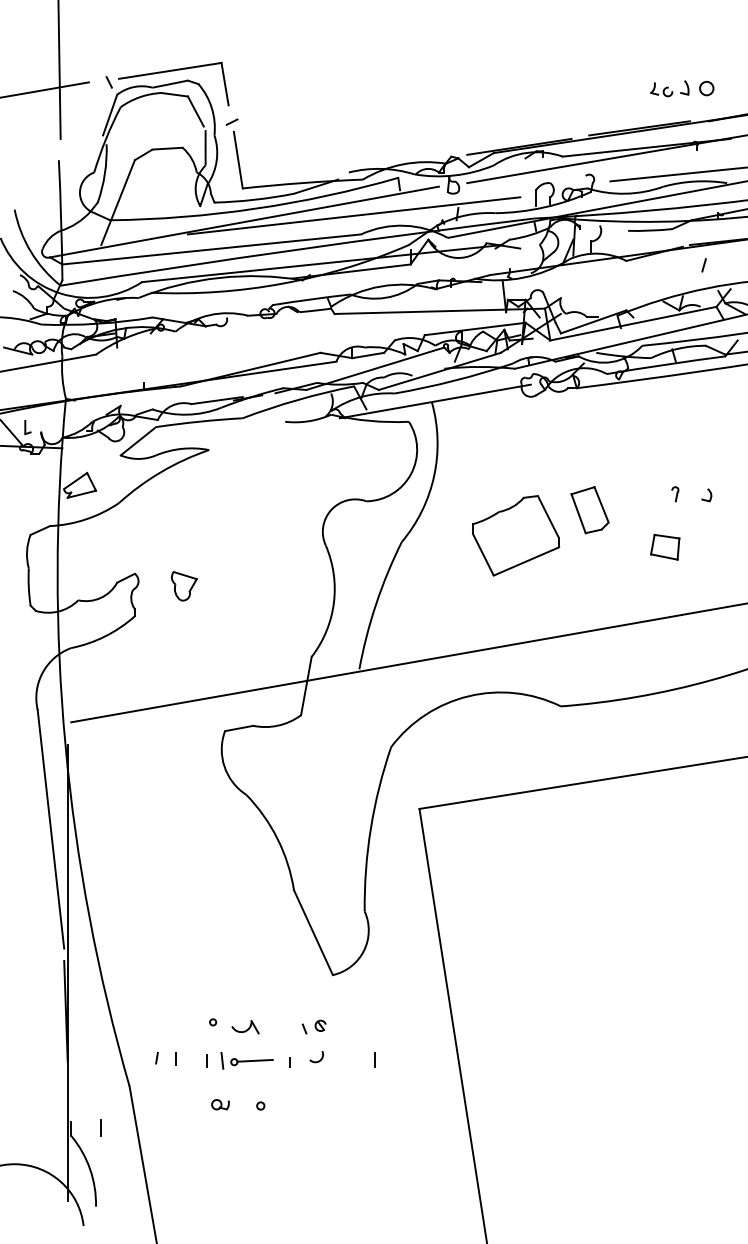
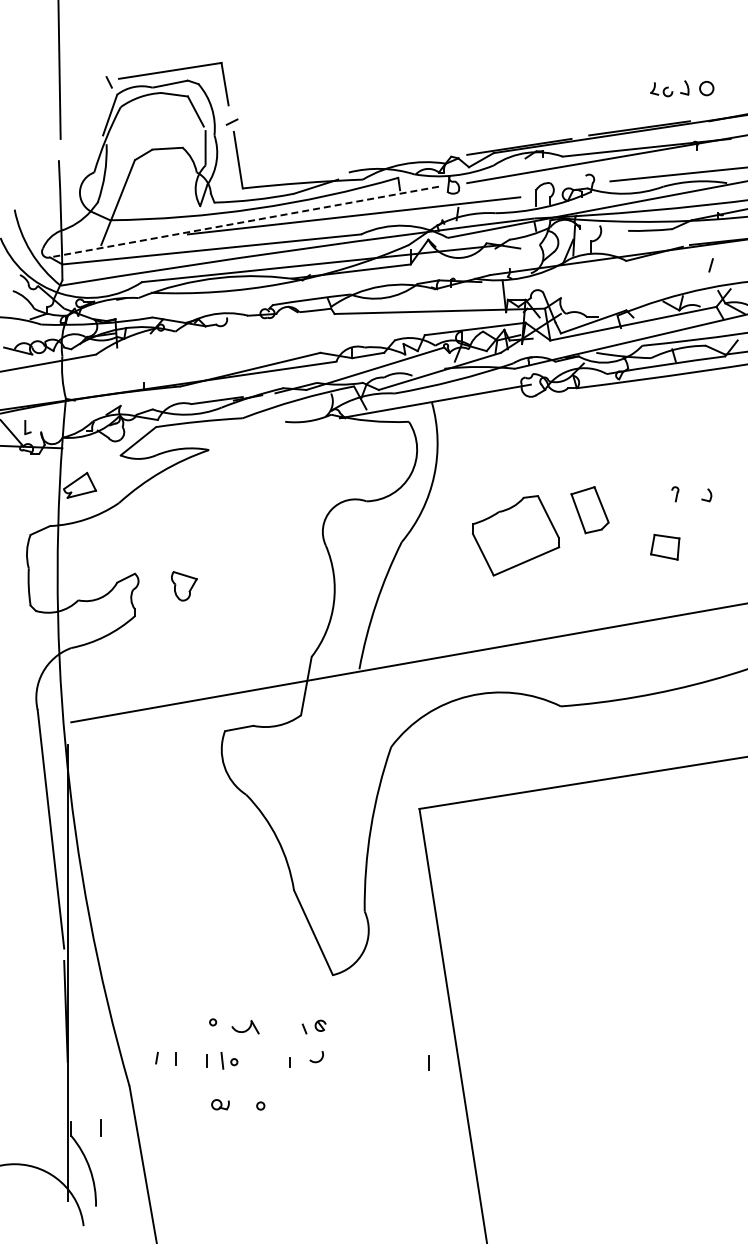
line at (45, 89): present -> none
line at (244, 222): solid -> dashed
line at (703, 265) position: (703, 265) -> (710, 265)
line at (374, 1059) position: (374, 1059) -> (428, 1062)
line at (254, 1060): present -> none
